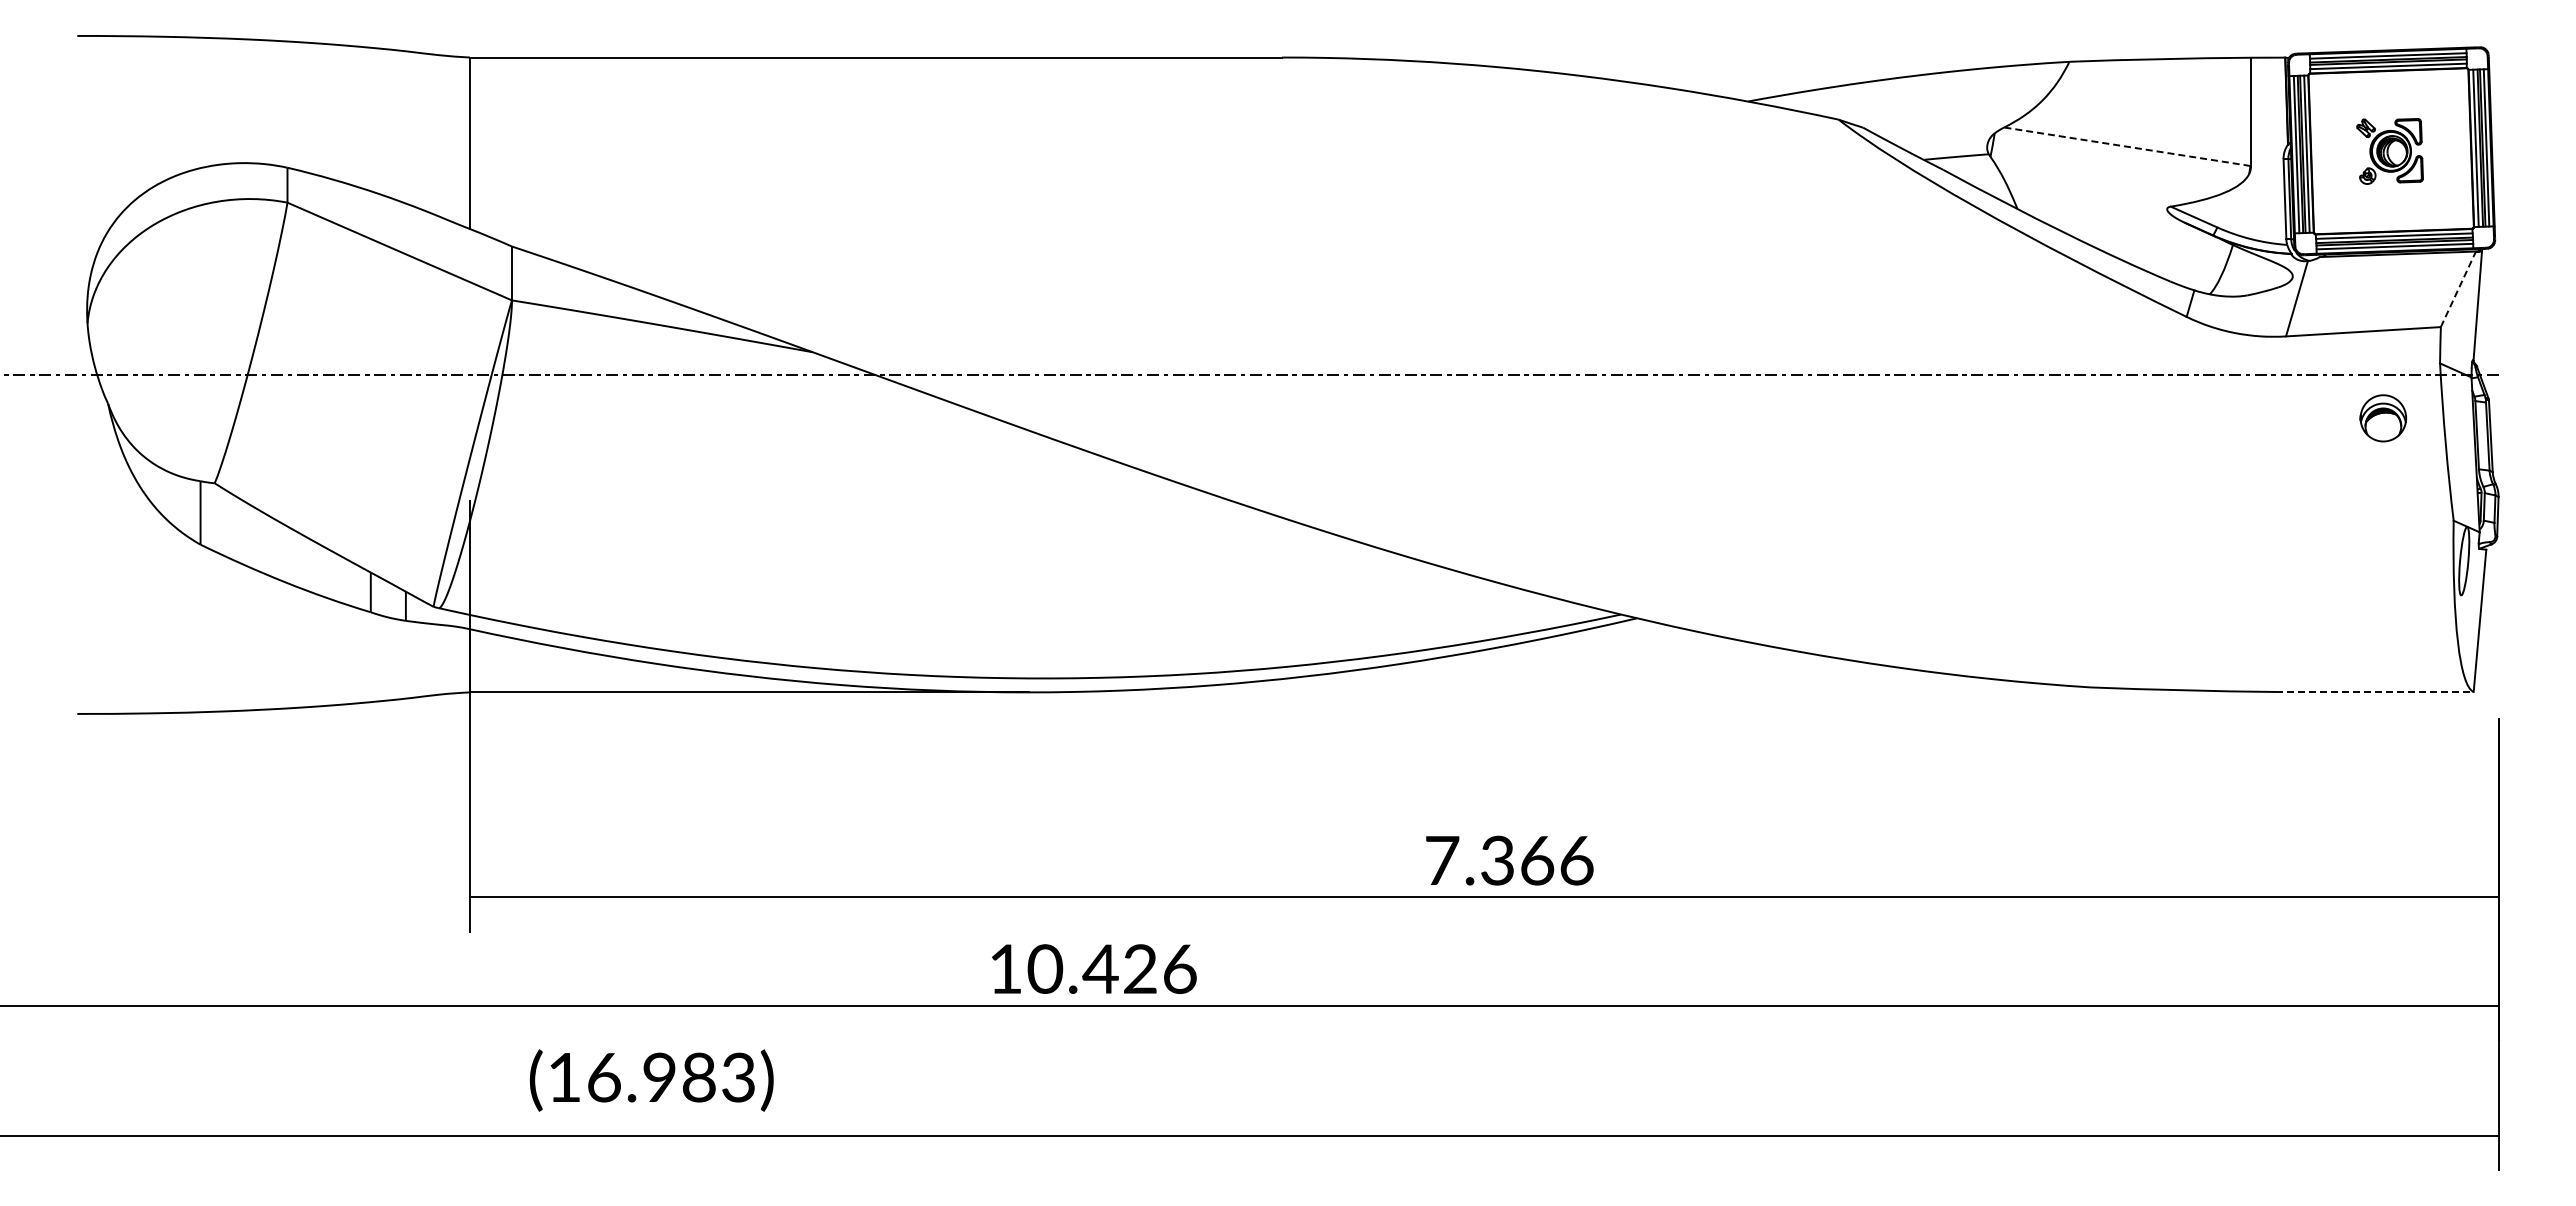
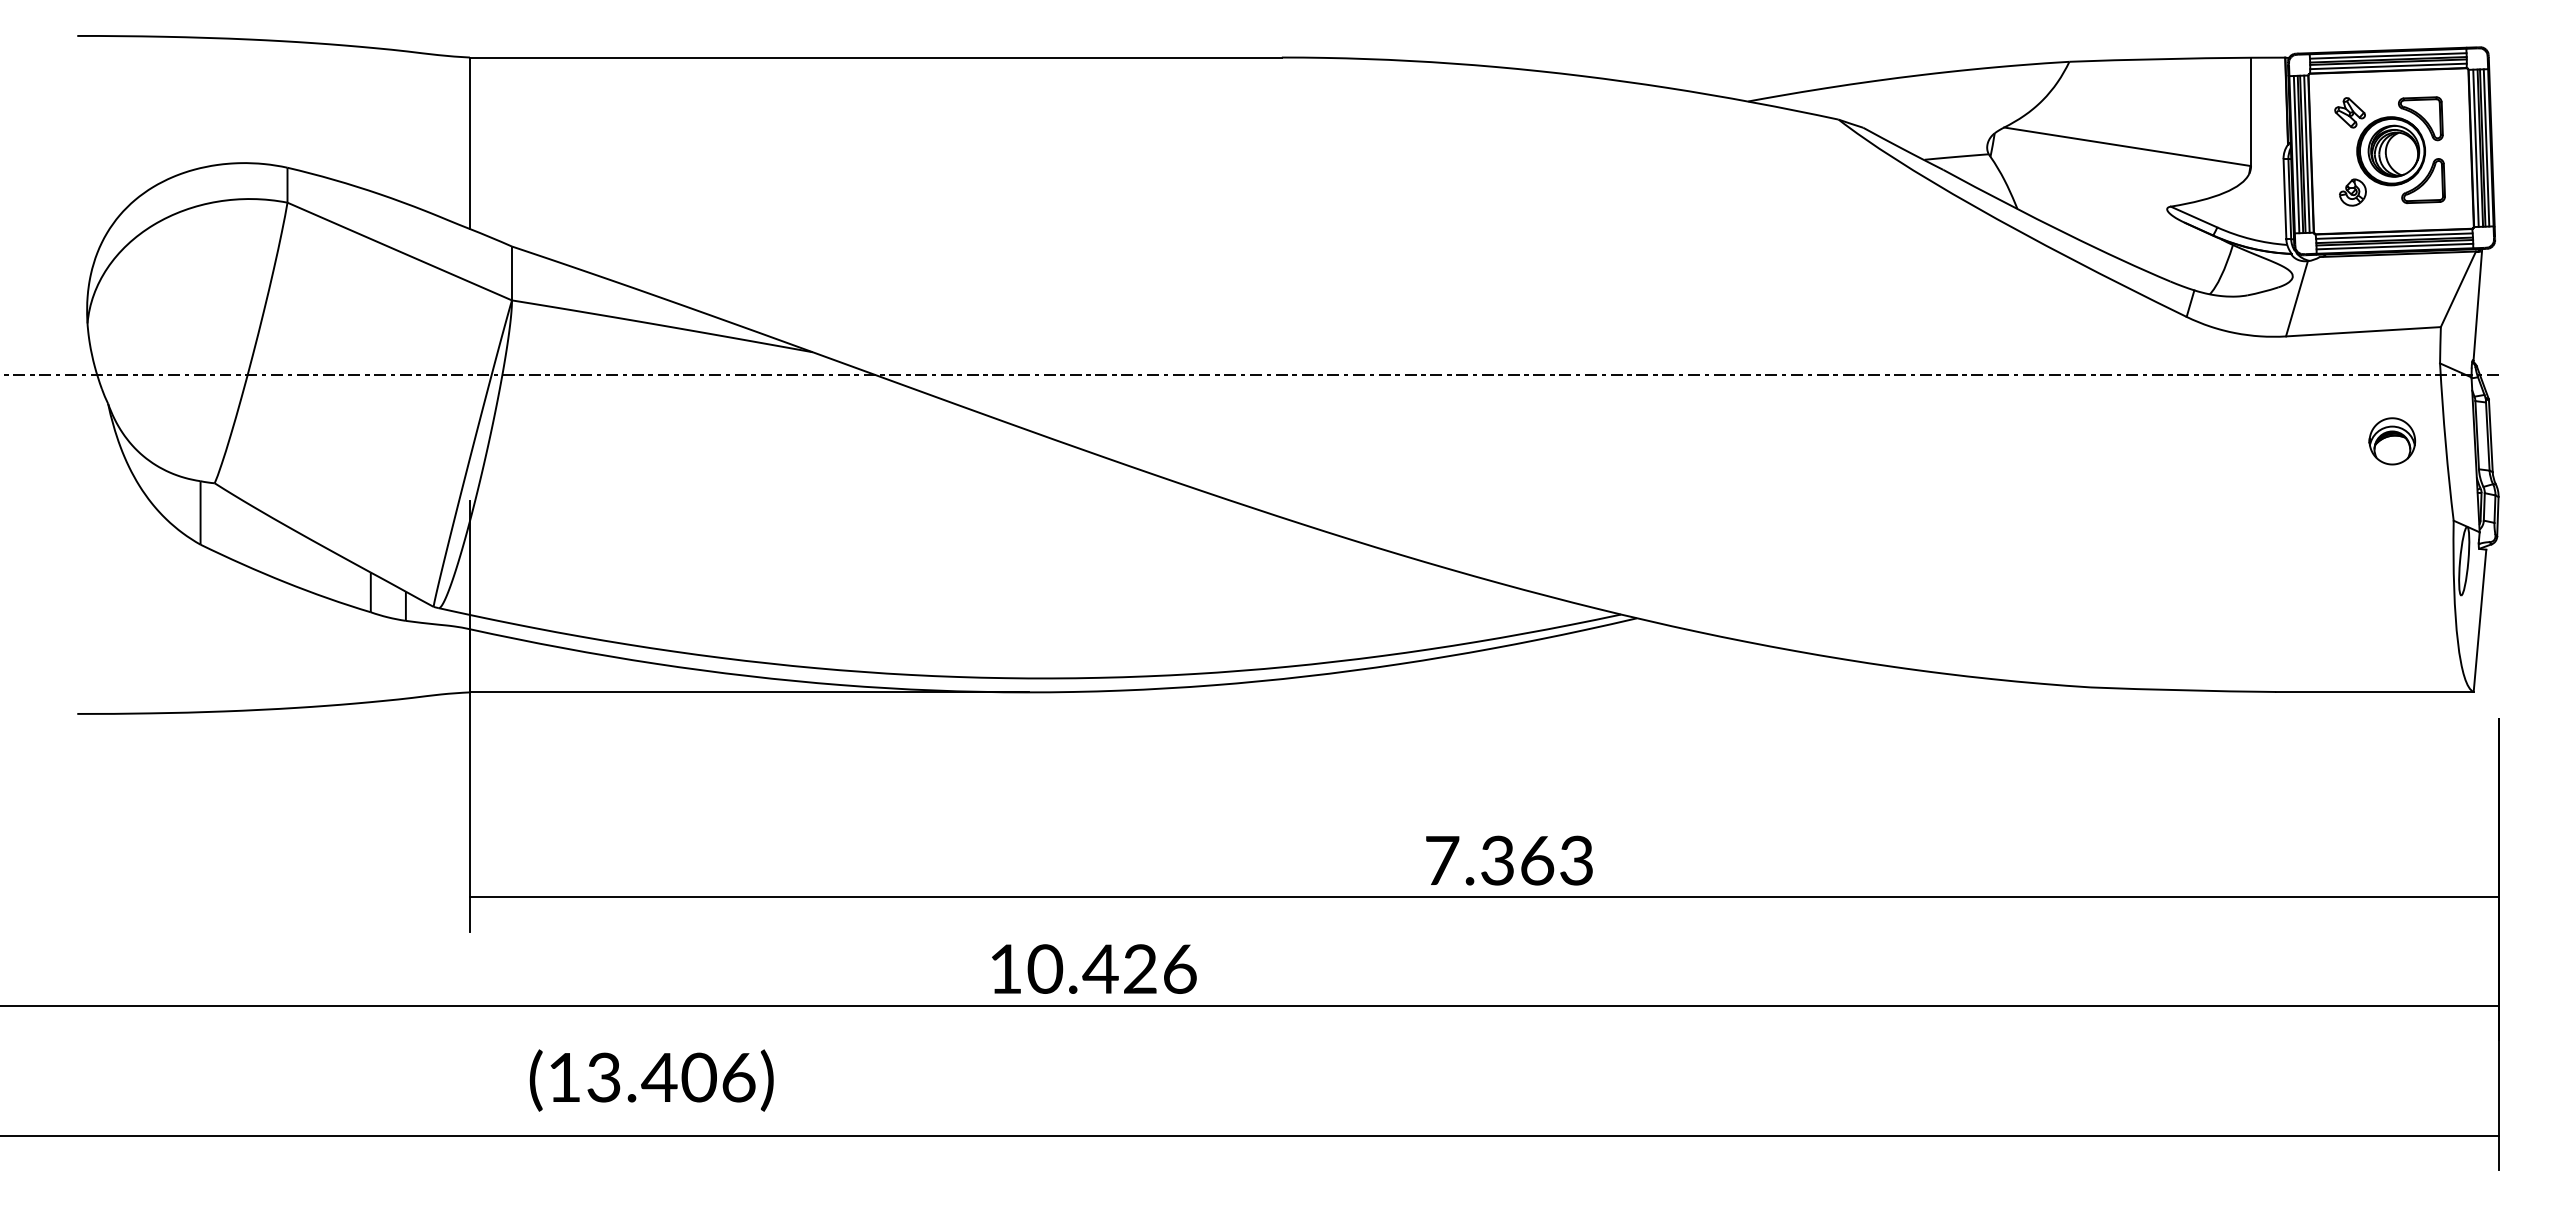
line at (2127, 146): dashed -> solid
part at (2389, 151) size: 68x67 px -> 112x111 px
line at (2458, 289): dashed -> solid
part at (2383, 418) position: (2383, 418) -> (2392, 441)
line at (2374, 691): dashed -> solid
text at (1576, 860): 7.366 -> 7.363
text at (671, 1077): (16.983) -> (13.406)
